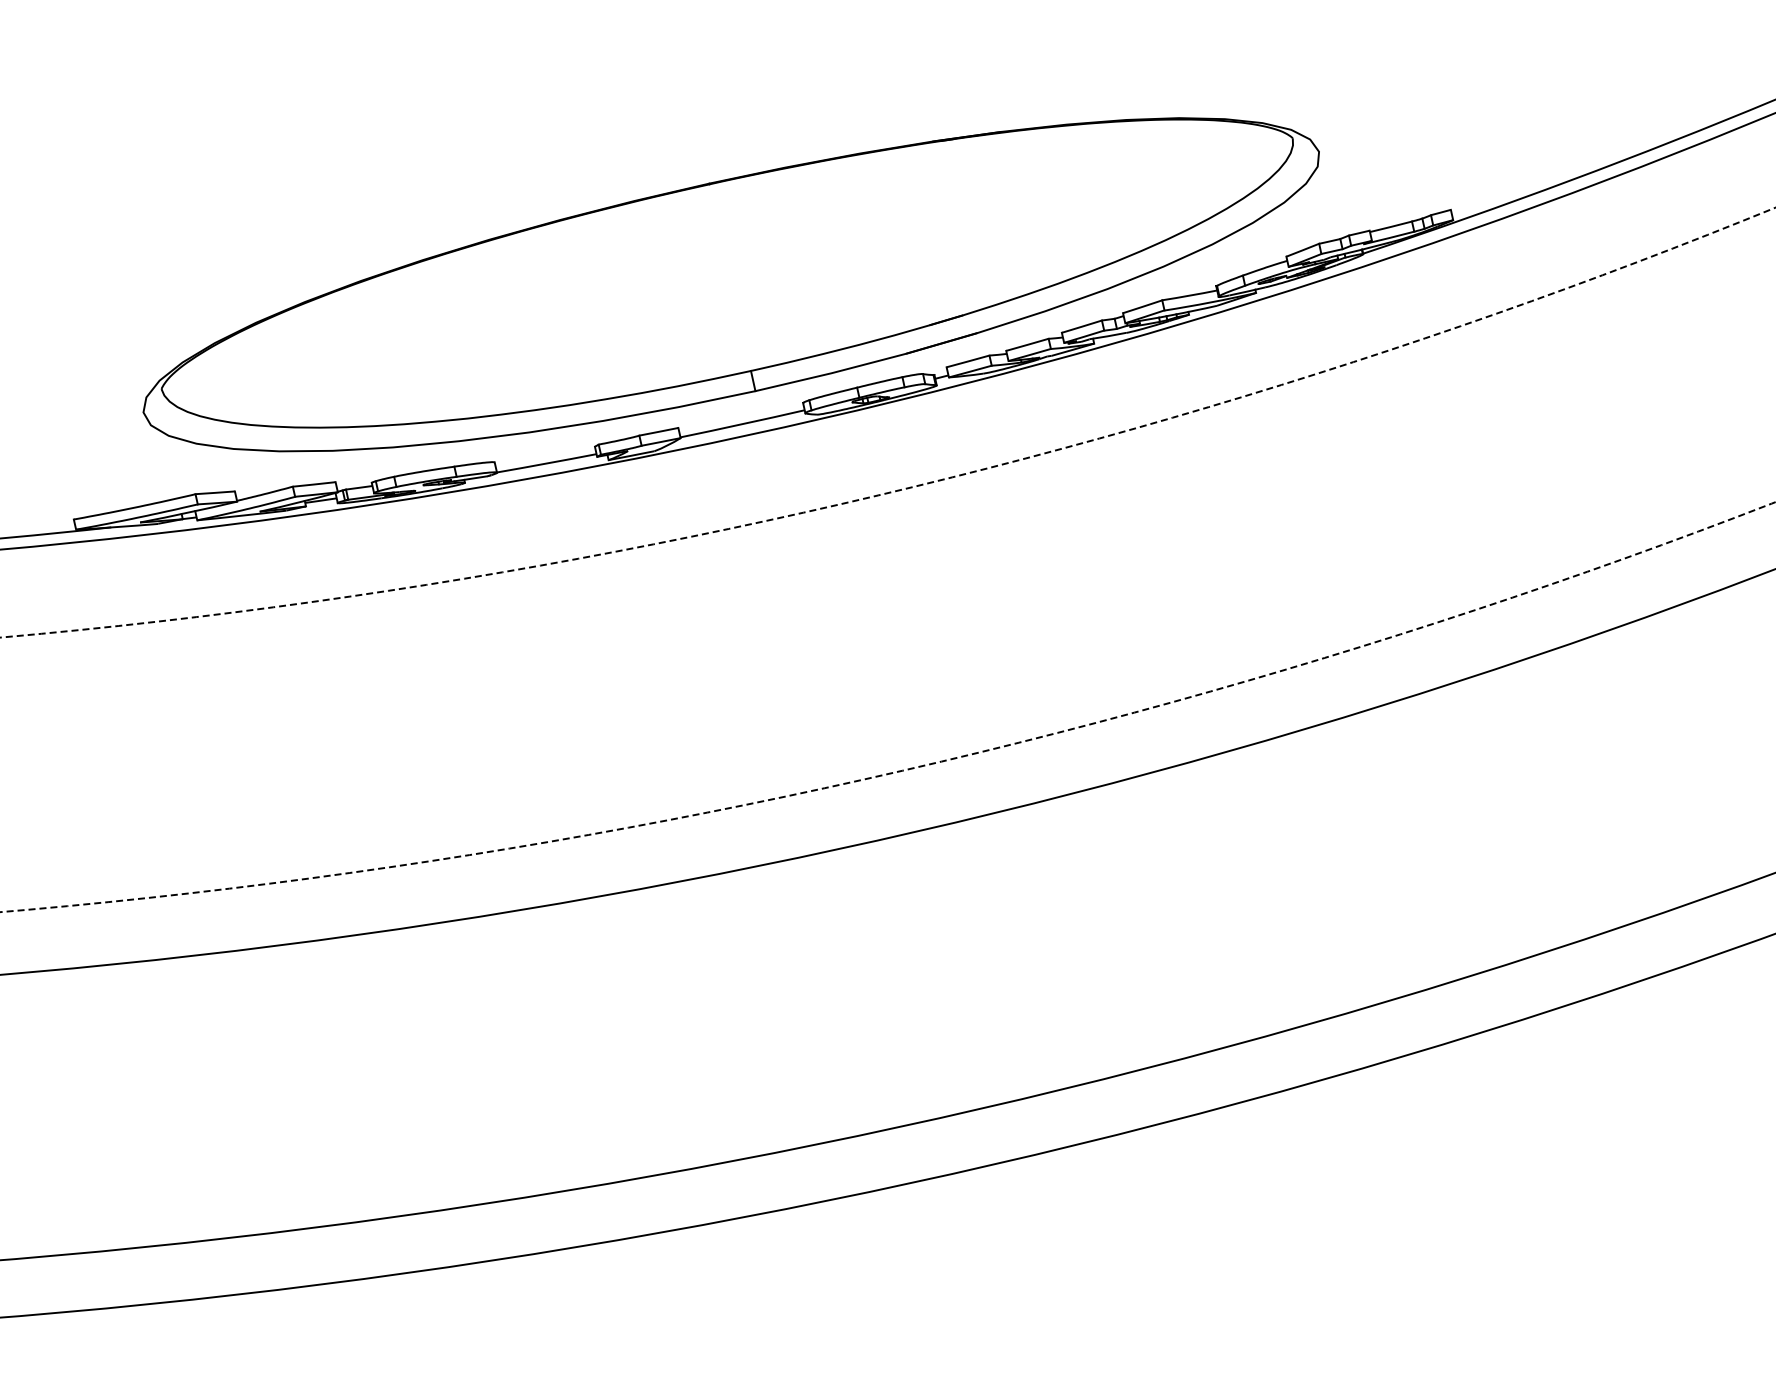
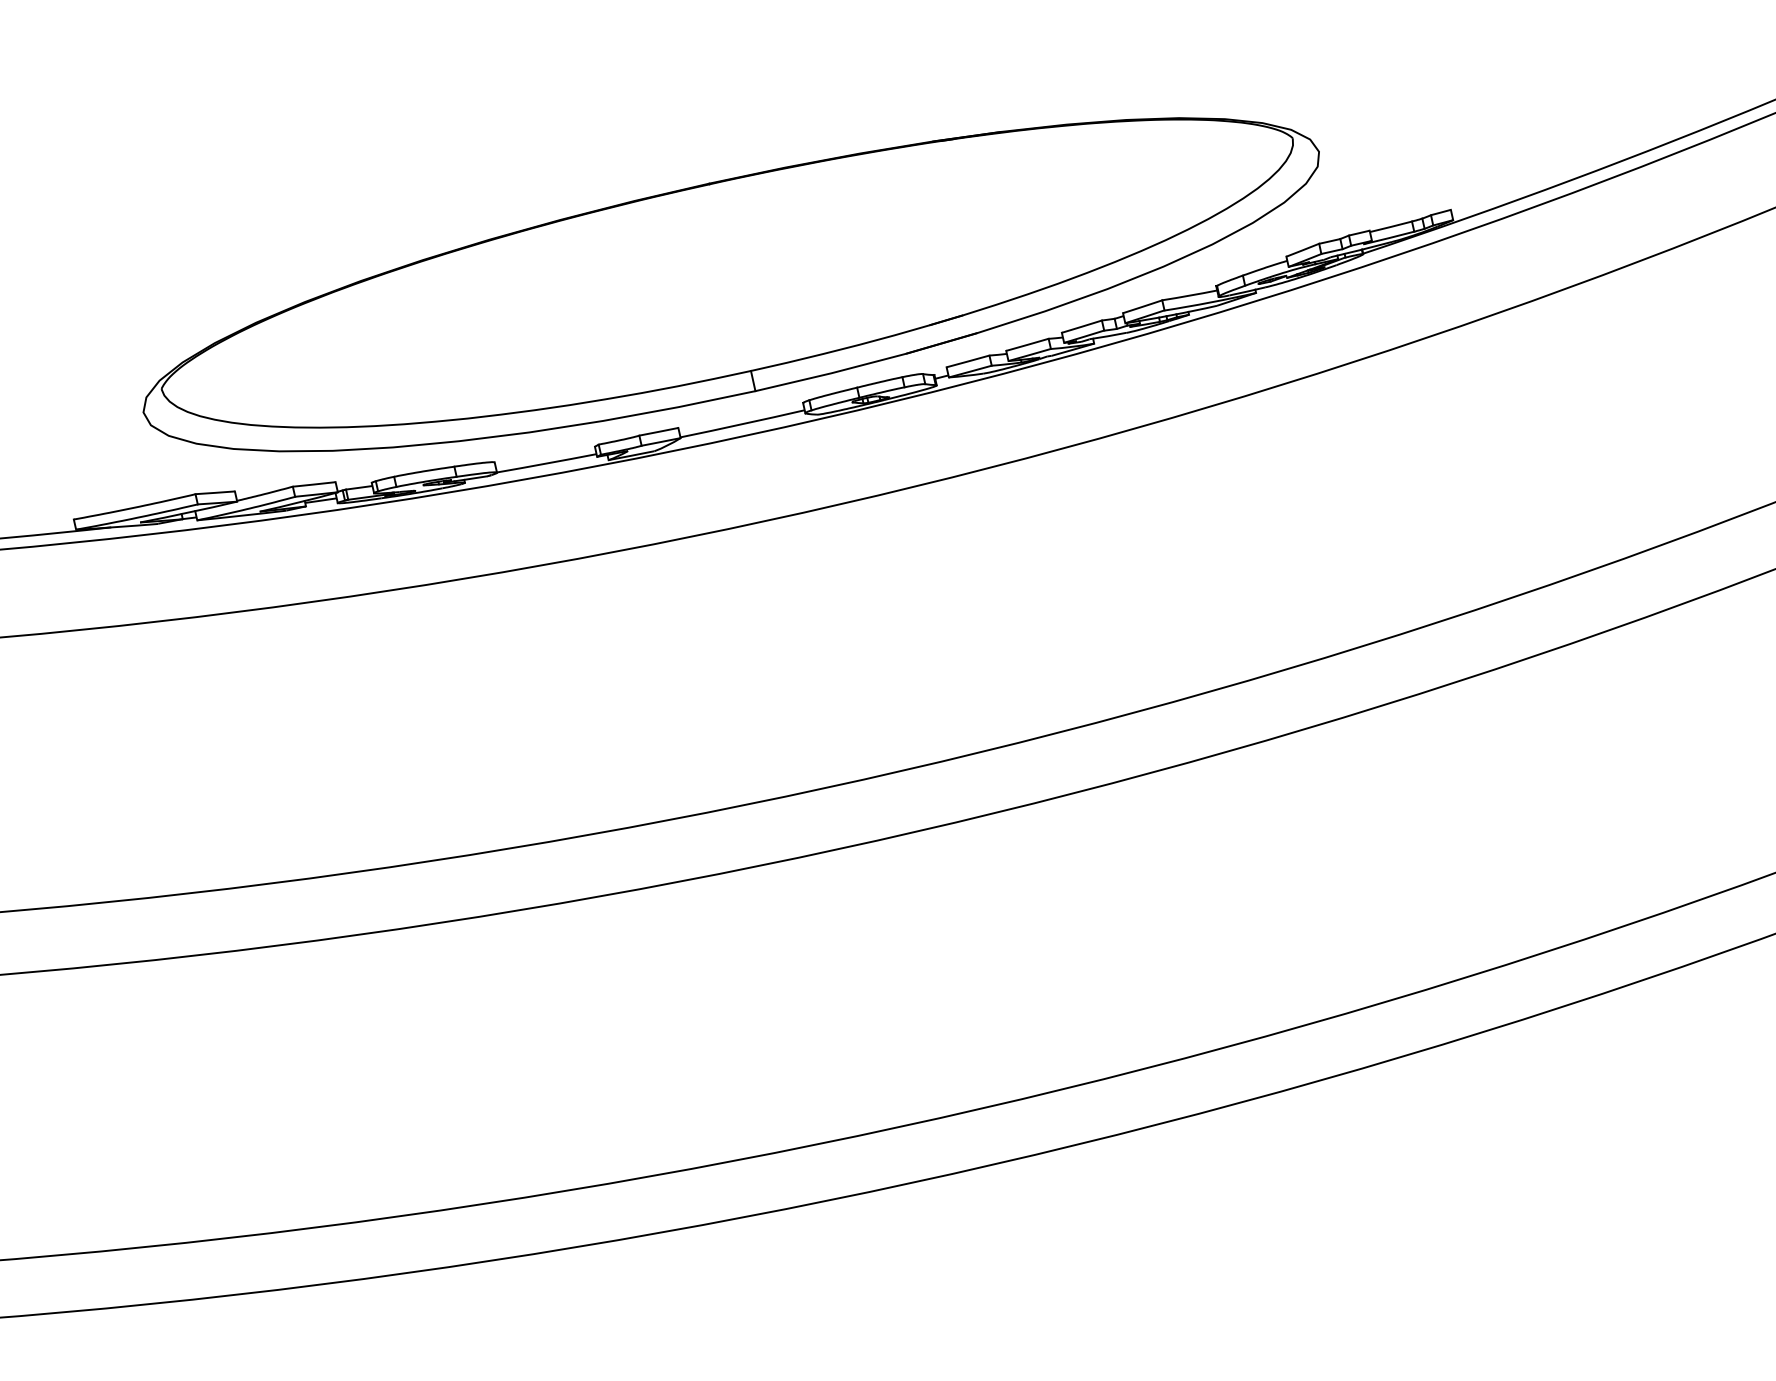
circle at (887, 422): dashed -> solid
circle at (887, 706): dashed -> solid
